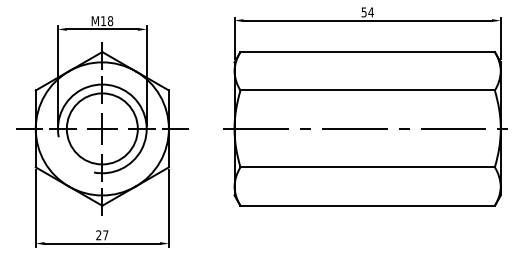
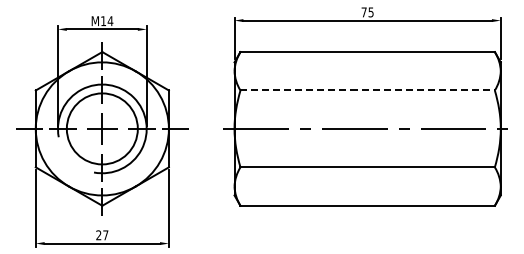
text at (367, 12): 54 -> 75
text at (110, 21): M18 -> M14
line at (368, 90): solid -> dashed
